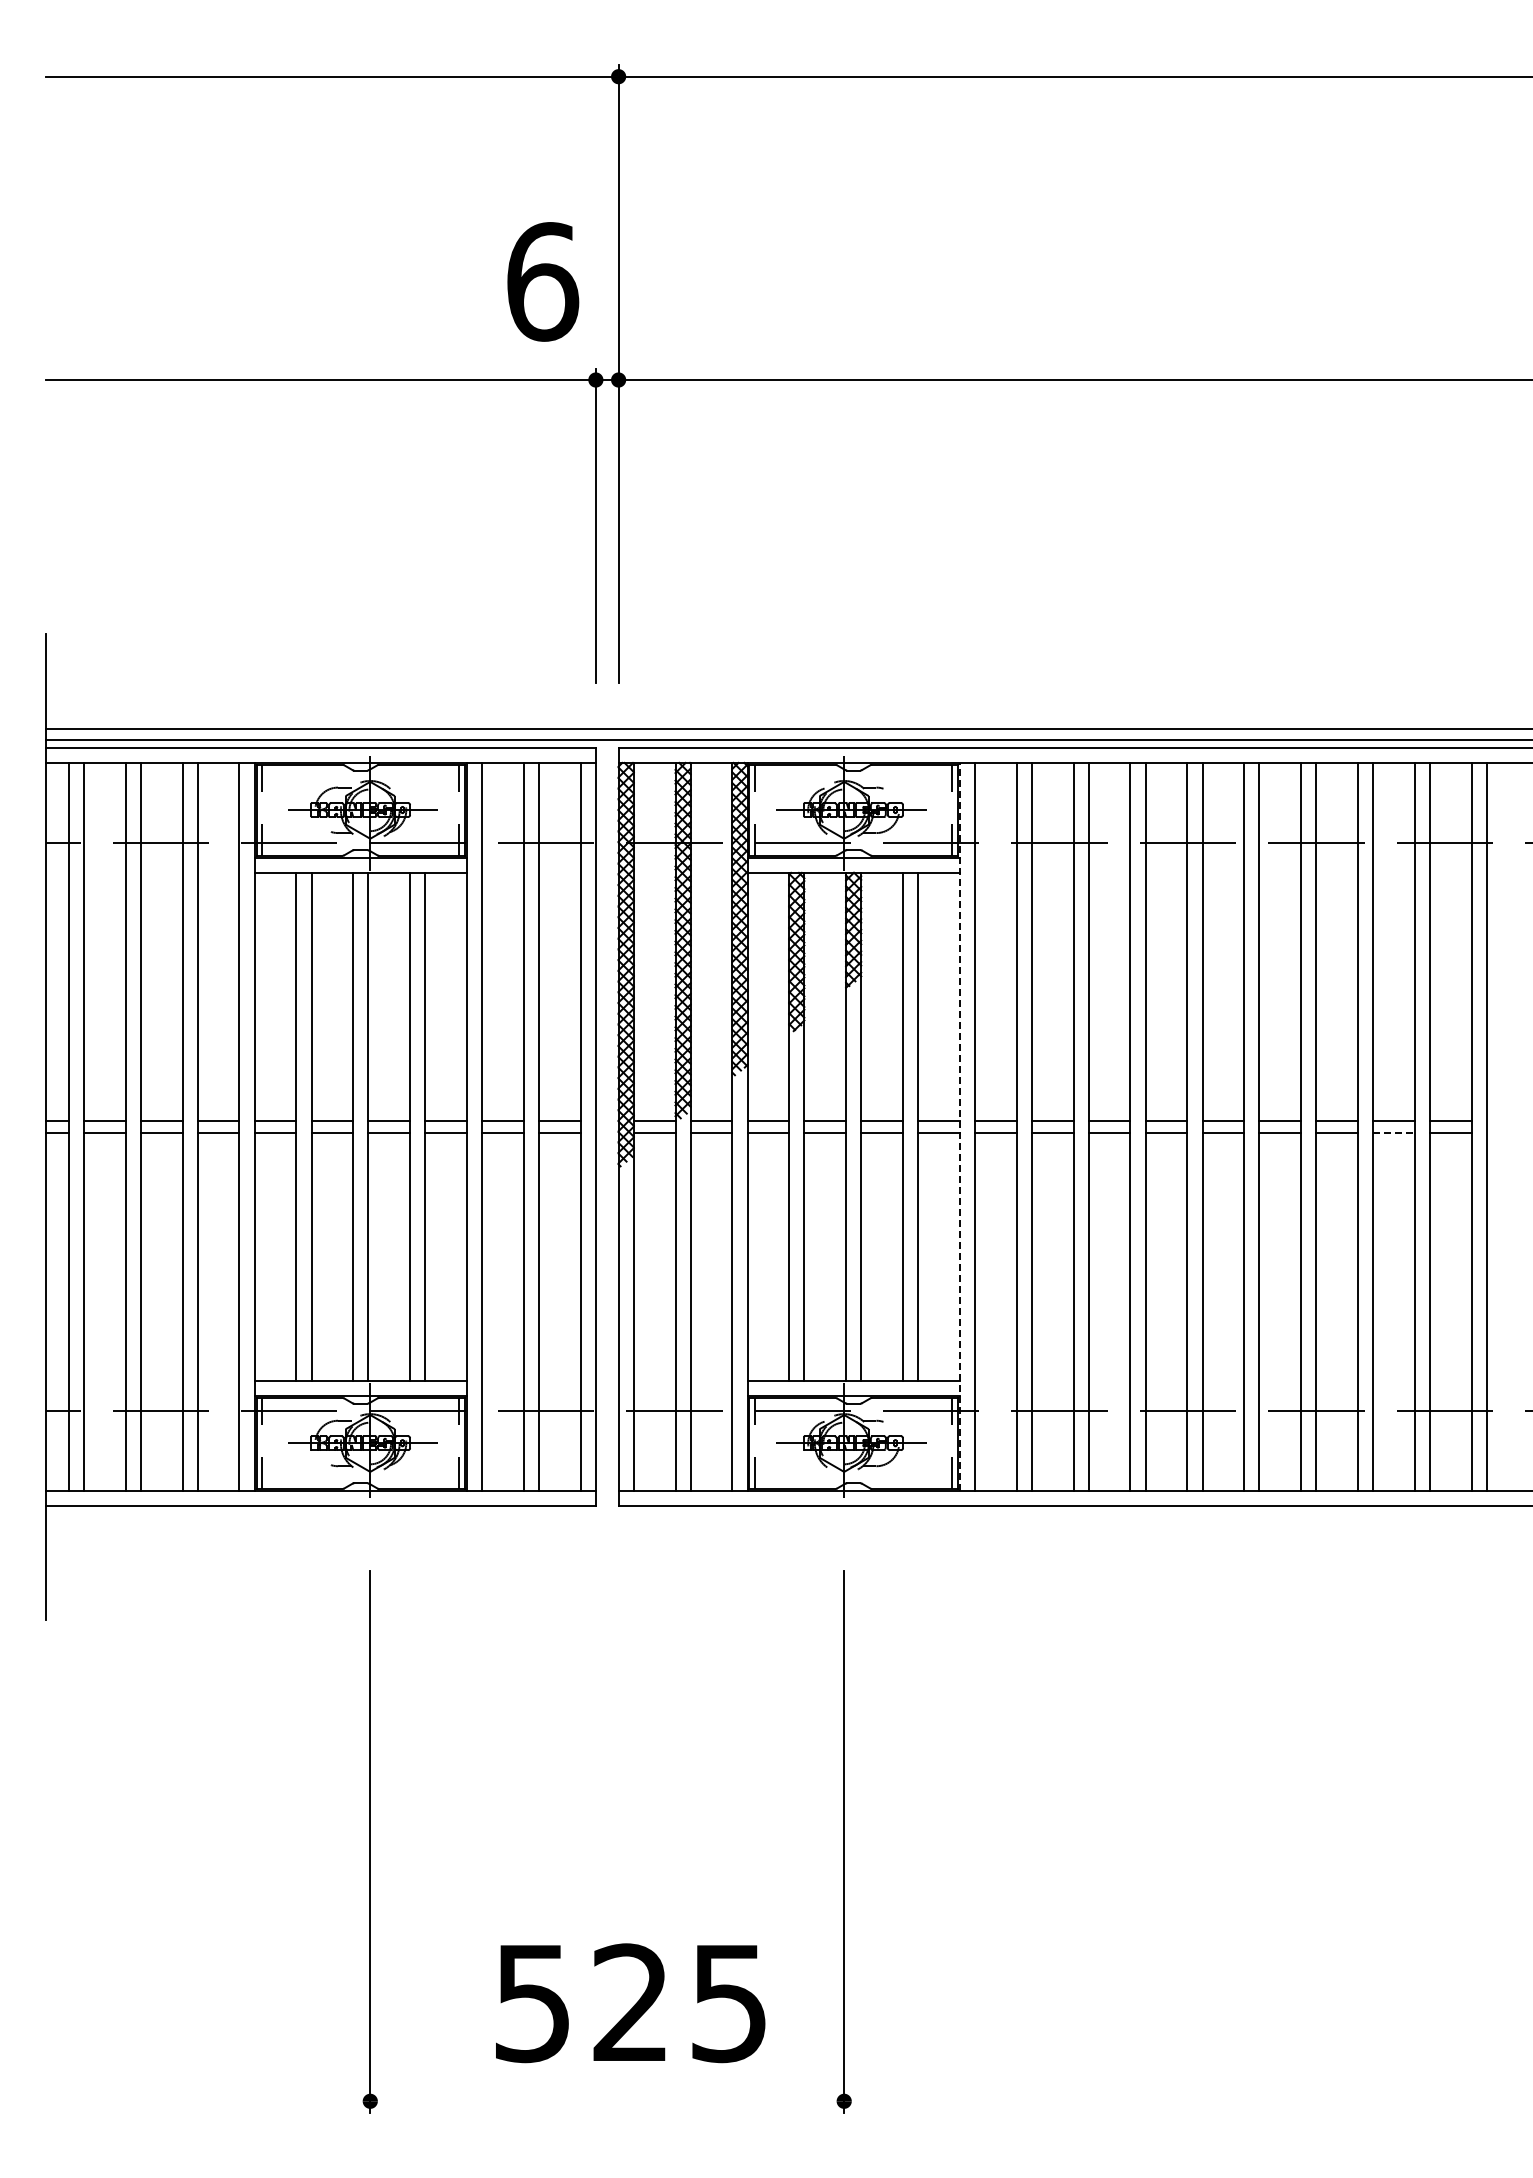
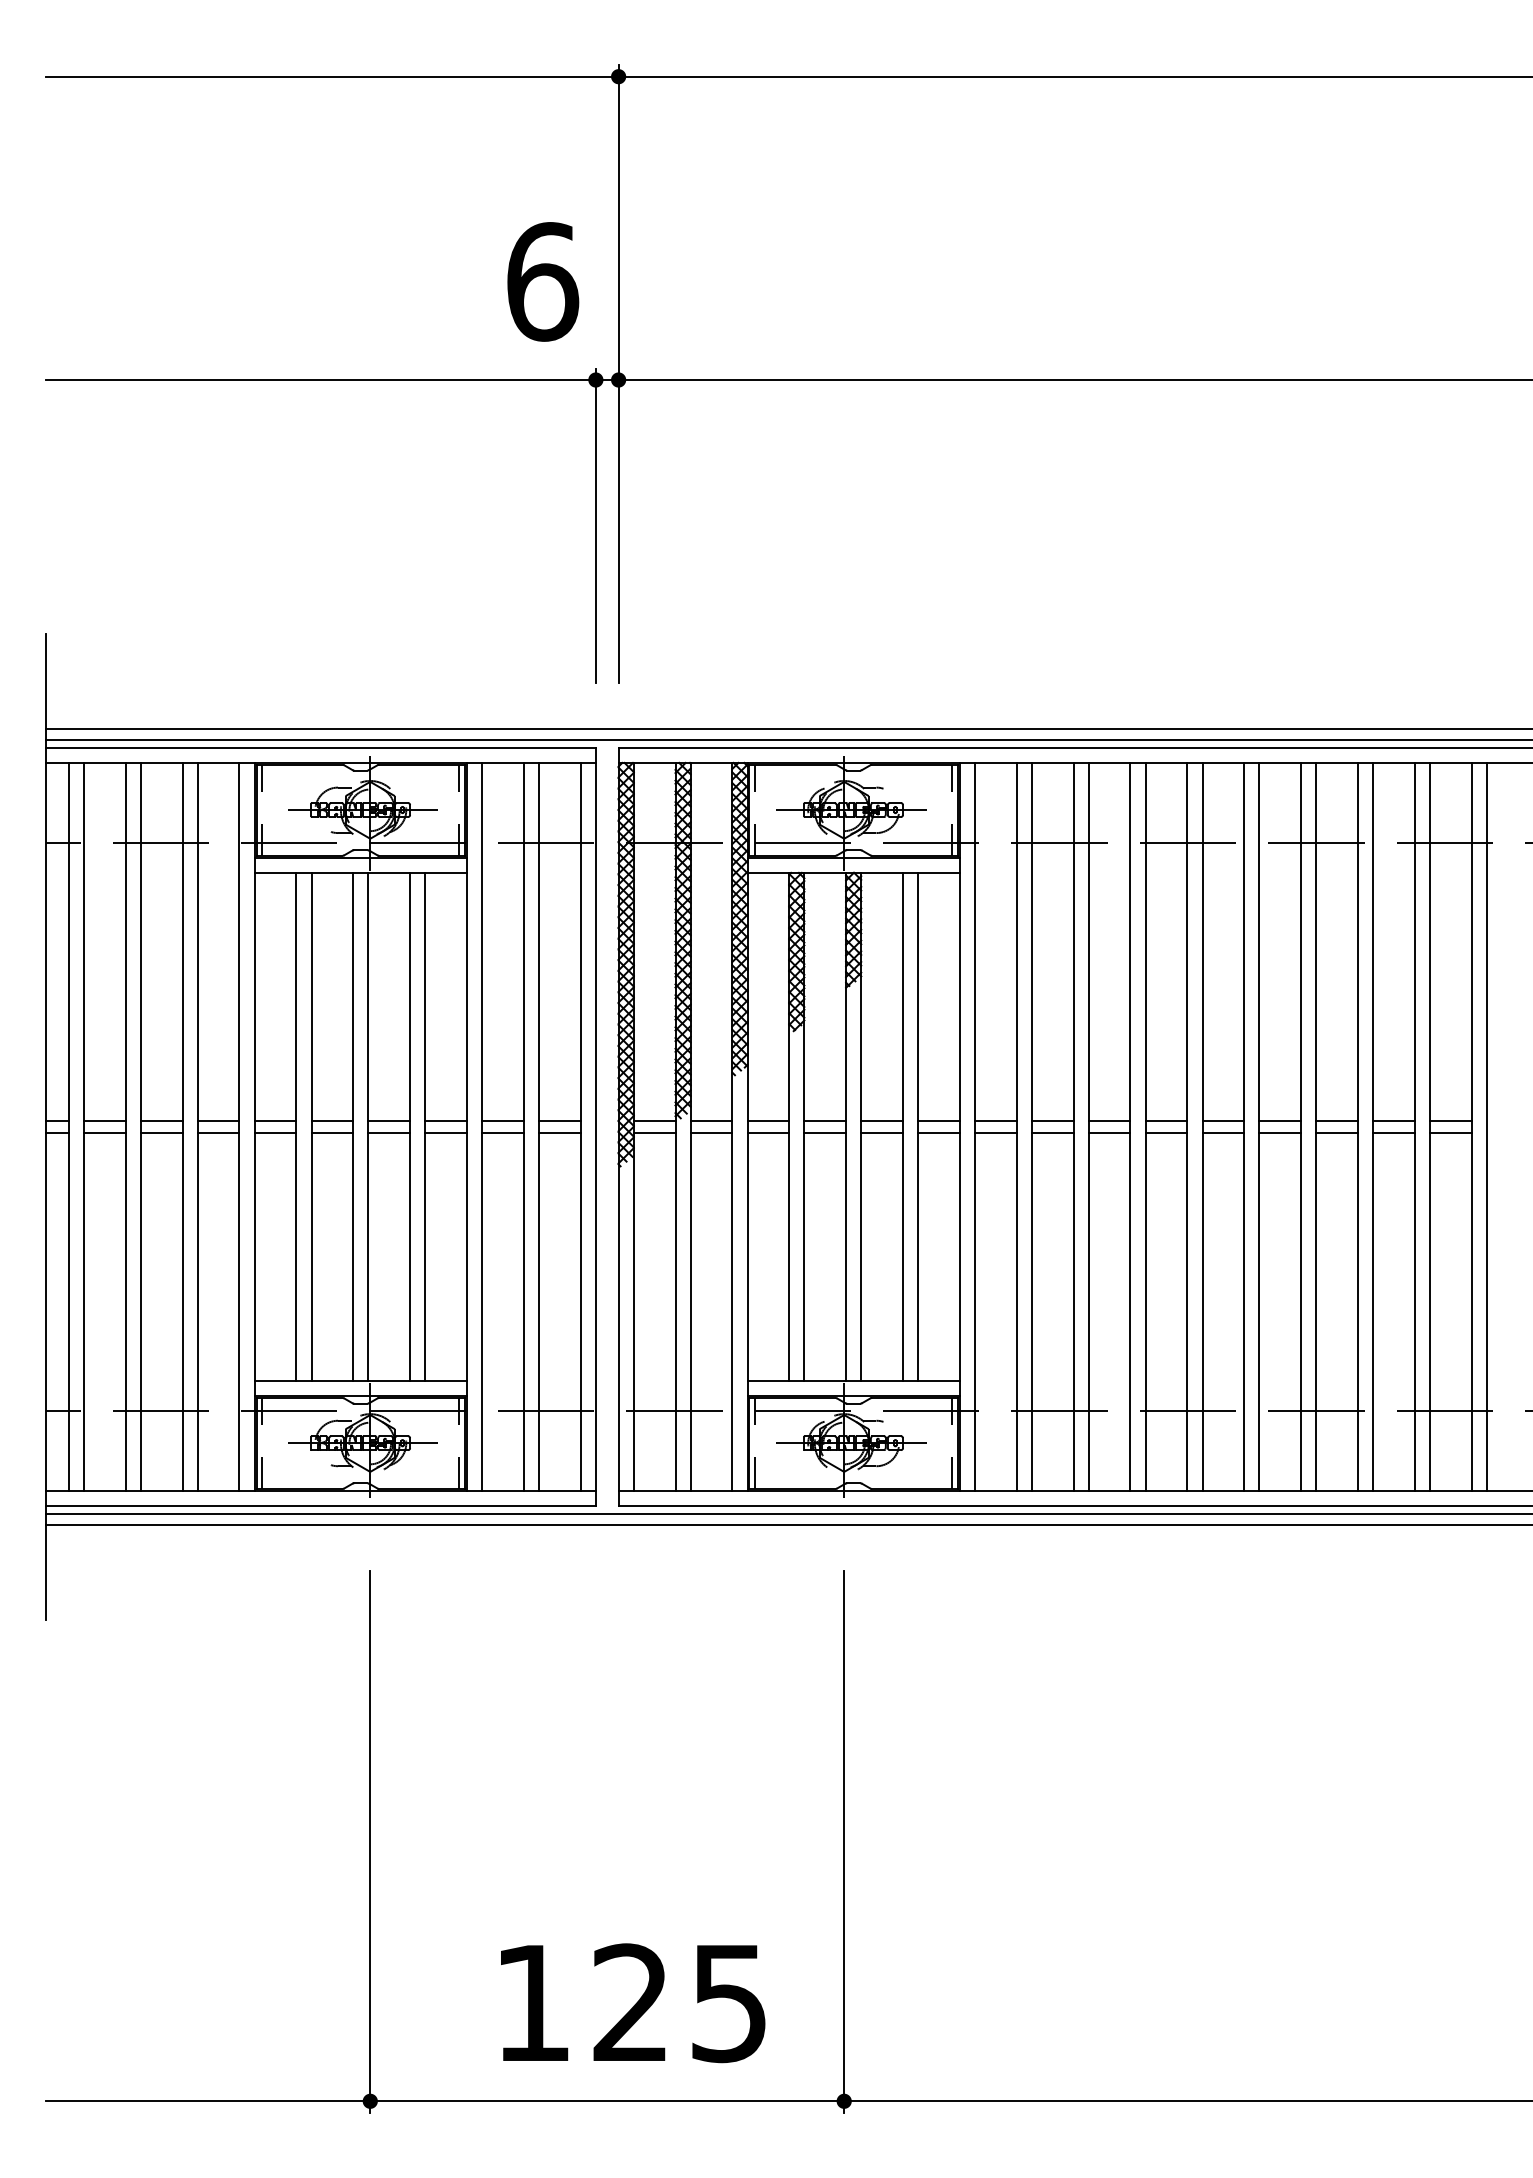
line at (959, 1126): dashed -> solid
line at (1393, 1132): dashed -> solid
line at (787, 1513): none -> present
line at (787, 1525): none -> present
text at (532, 2004): 525 -> 125
line at (787, 2101): none -> present
